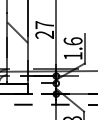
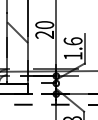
text at (44, 25): 27 -> 20
